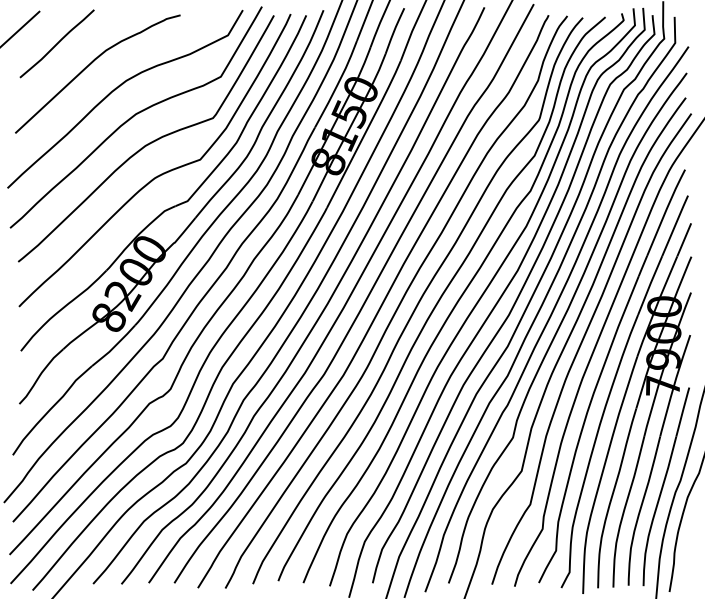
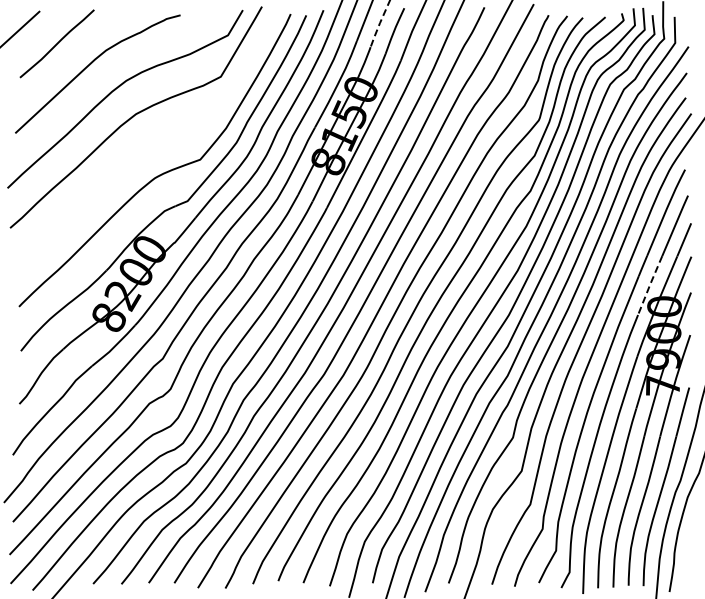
line at (379, 23): solid -> dashed
curve at (147, 143): present -> none
line at (650, 285): solid -> dashed
